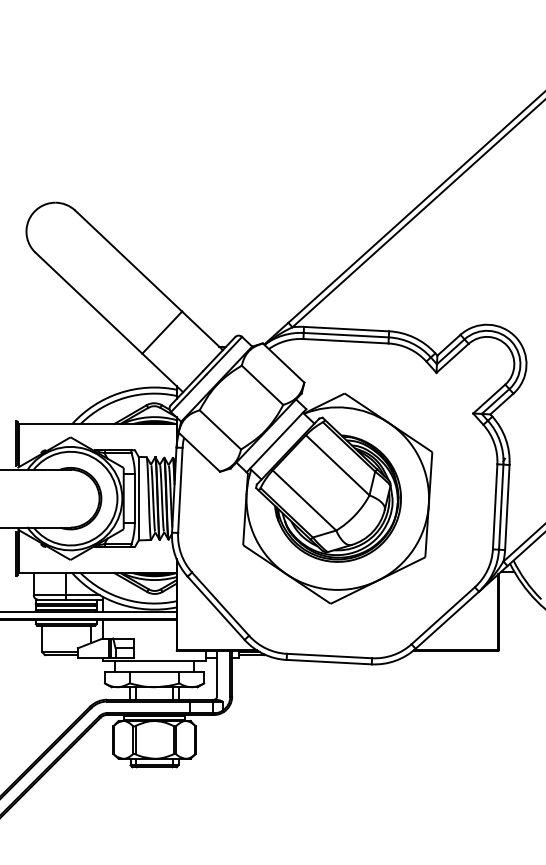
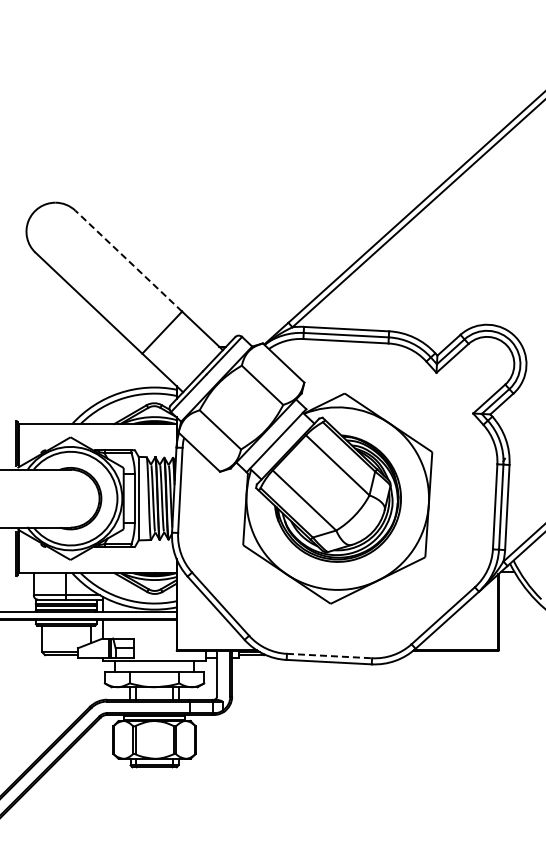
line at (128, 260): solid -> dashed
line at (329, 656): solid -> dashed
